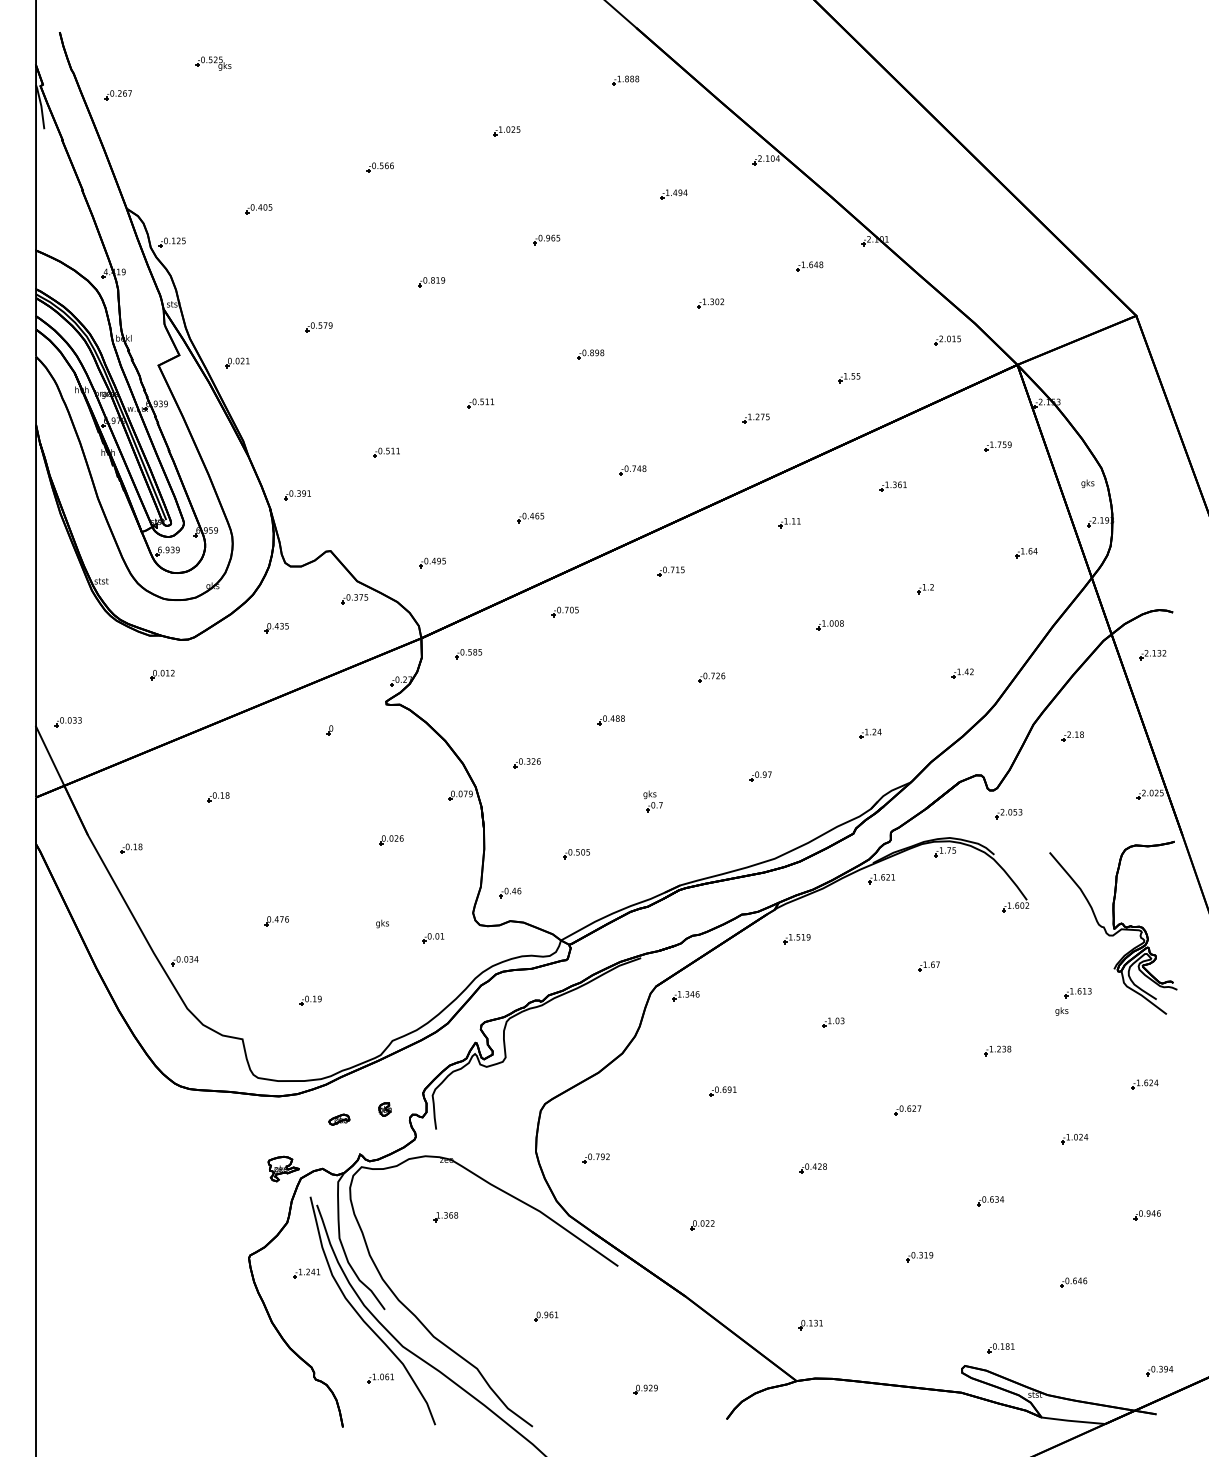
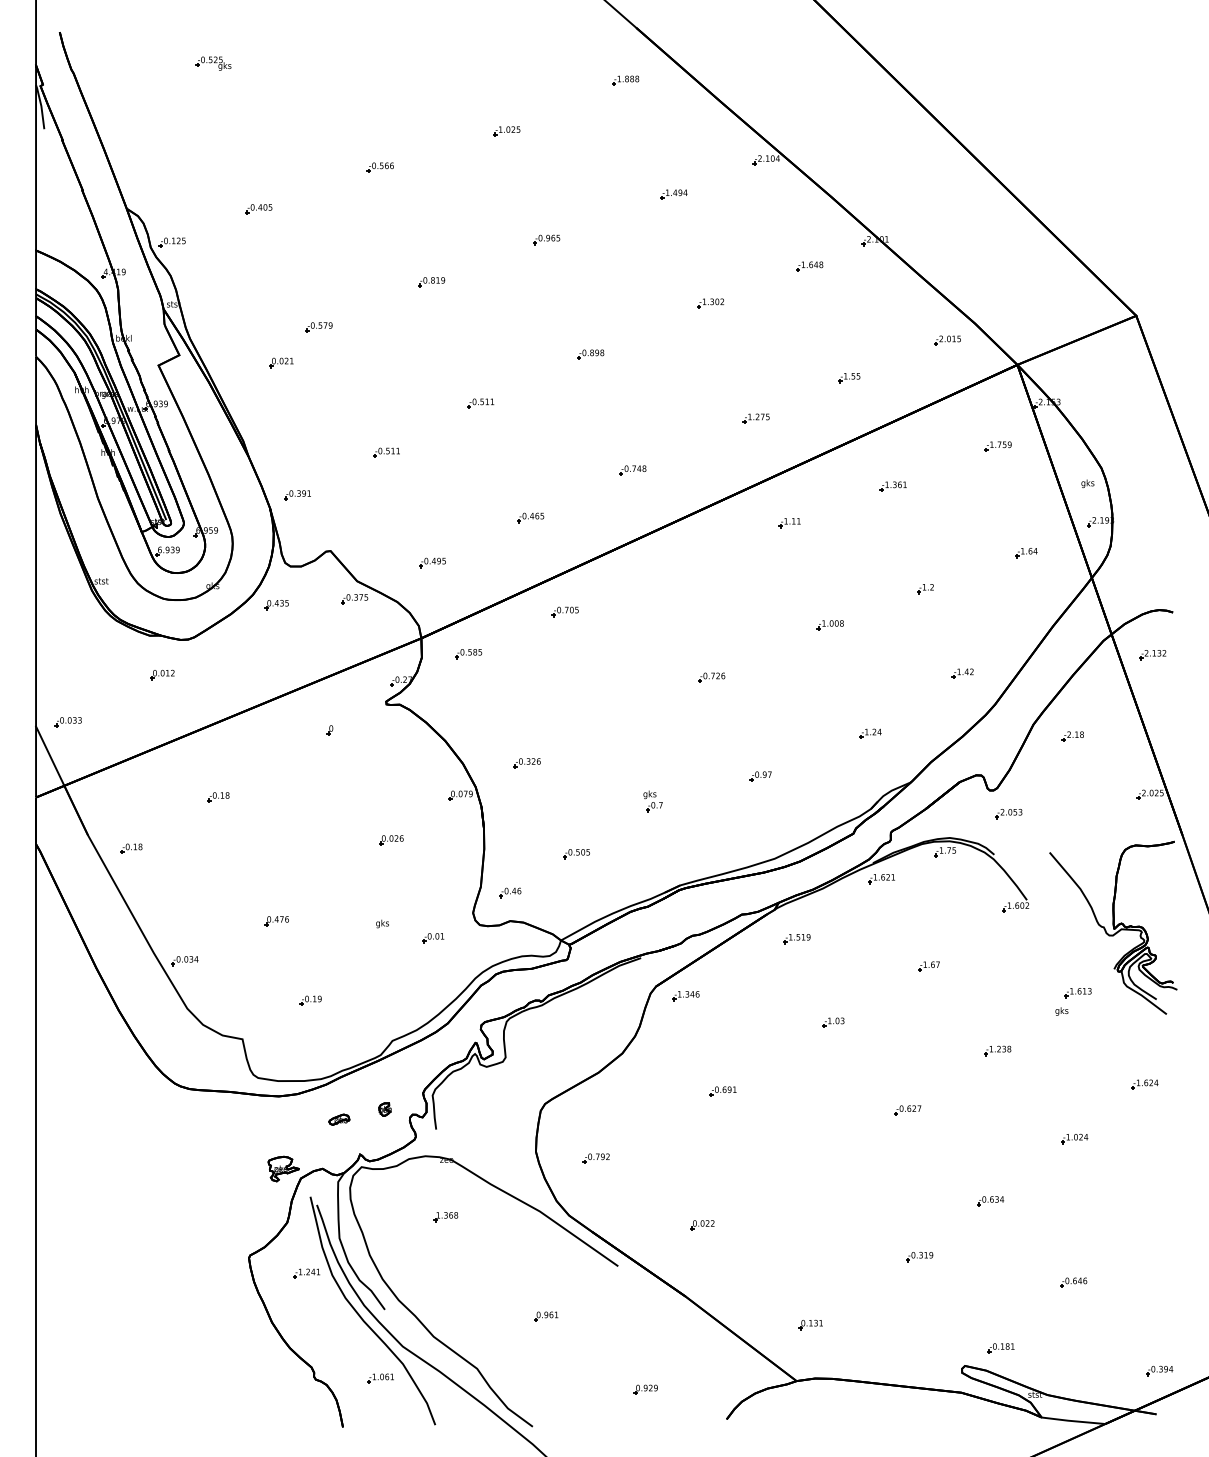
part at (117, 95): present -> none
part at (237, 362) position: (237, 362) -> (281, 362)
part at (670, 571): present -> none
part at (276, 628) position: (276, 628) -> (276, 605)
part at (610, 720): present -> none
part at (812, 1168): present -> none
part at (1146, 1215): present -> none
